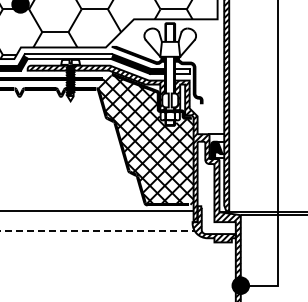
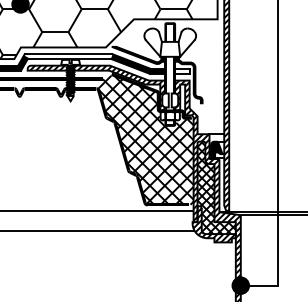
hatch at (216, 187): none -> present
line at (97, 231): dashed -> solid
